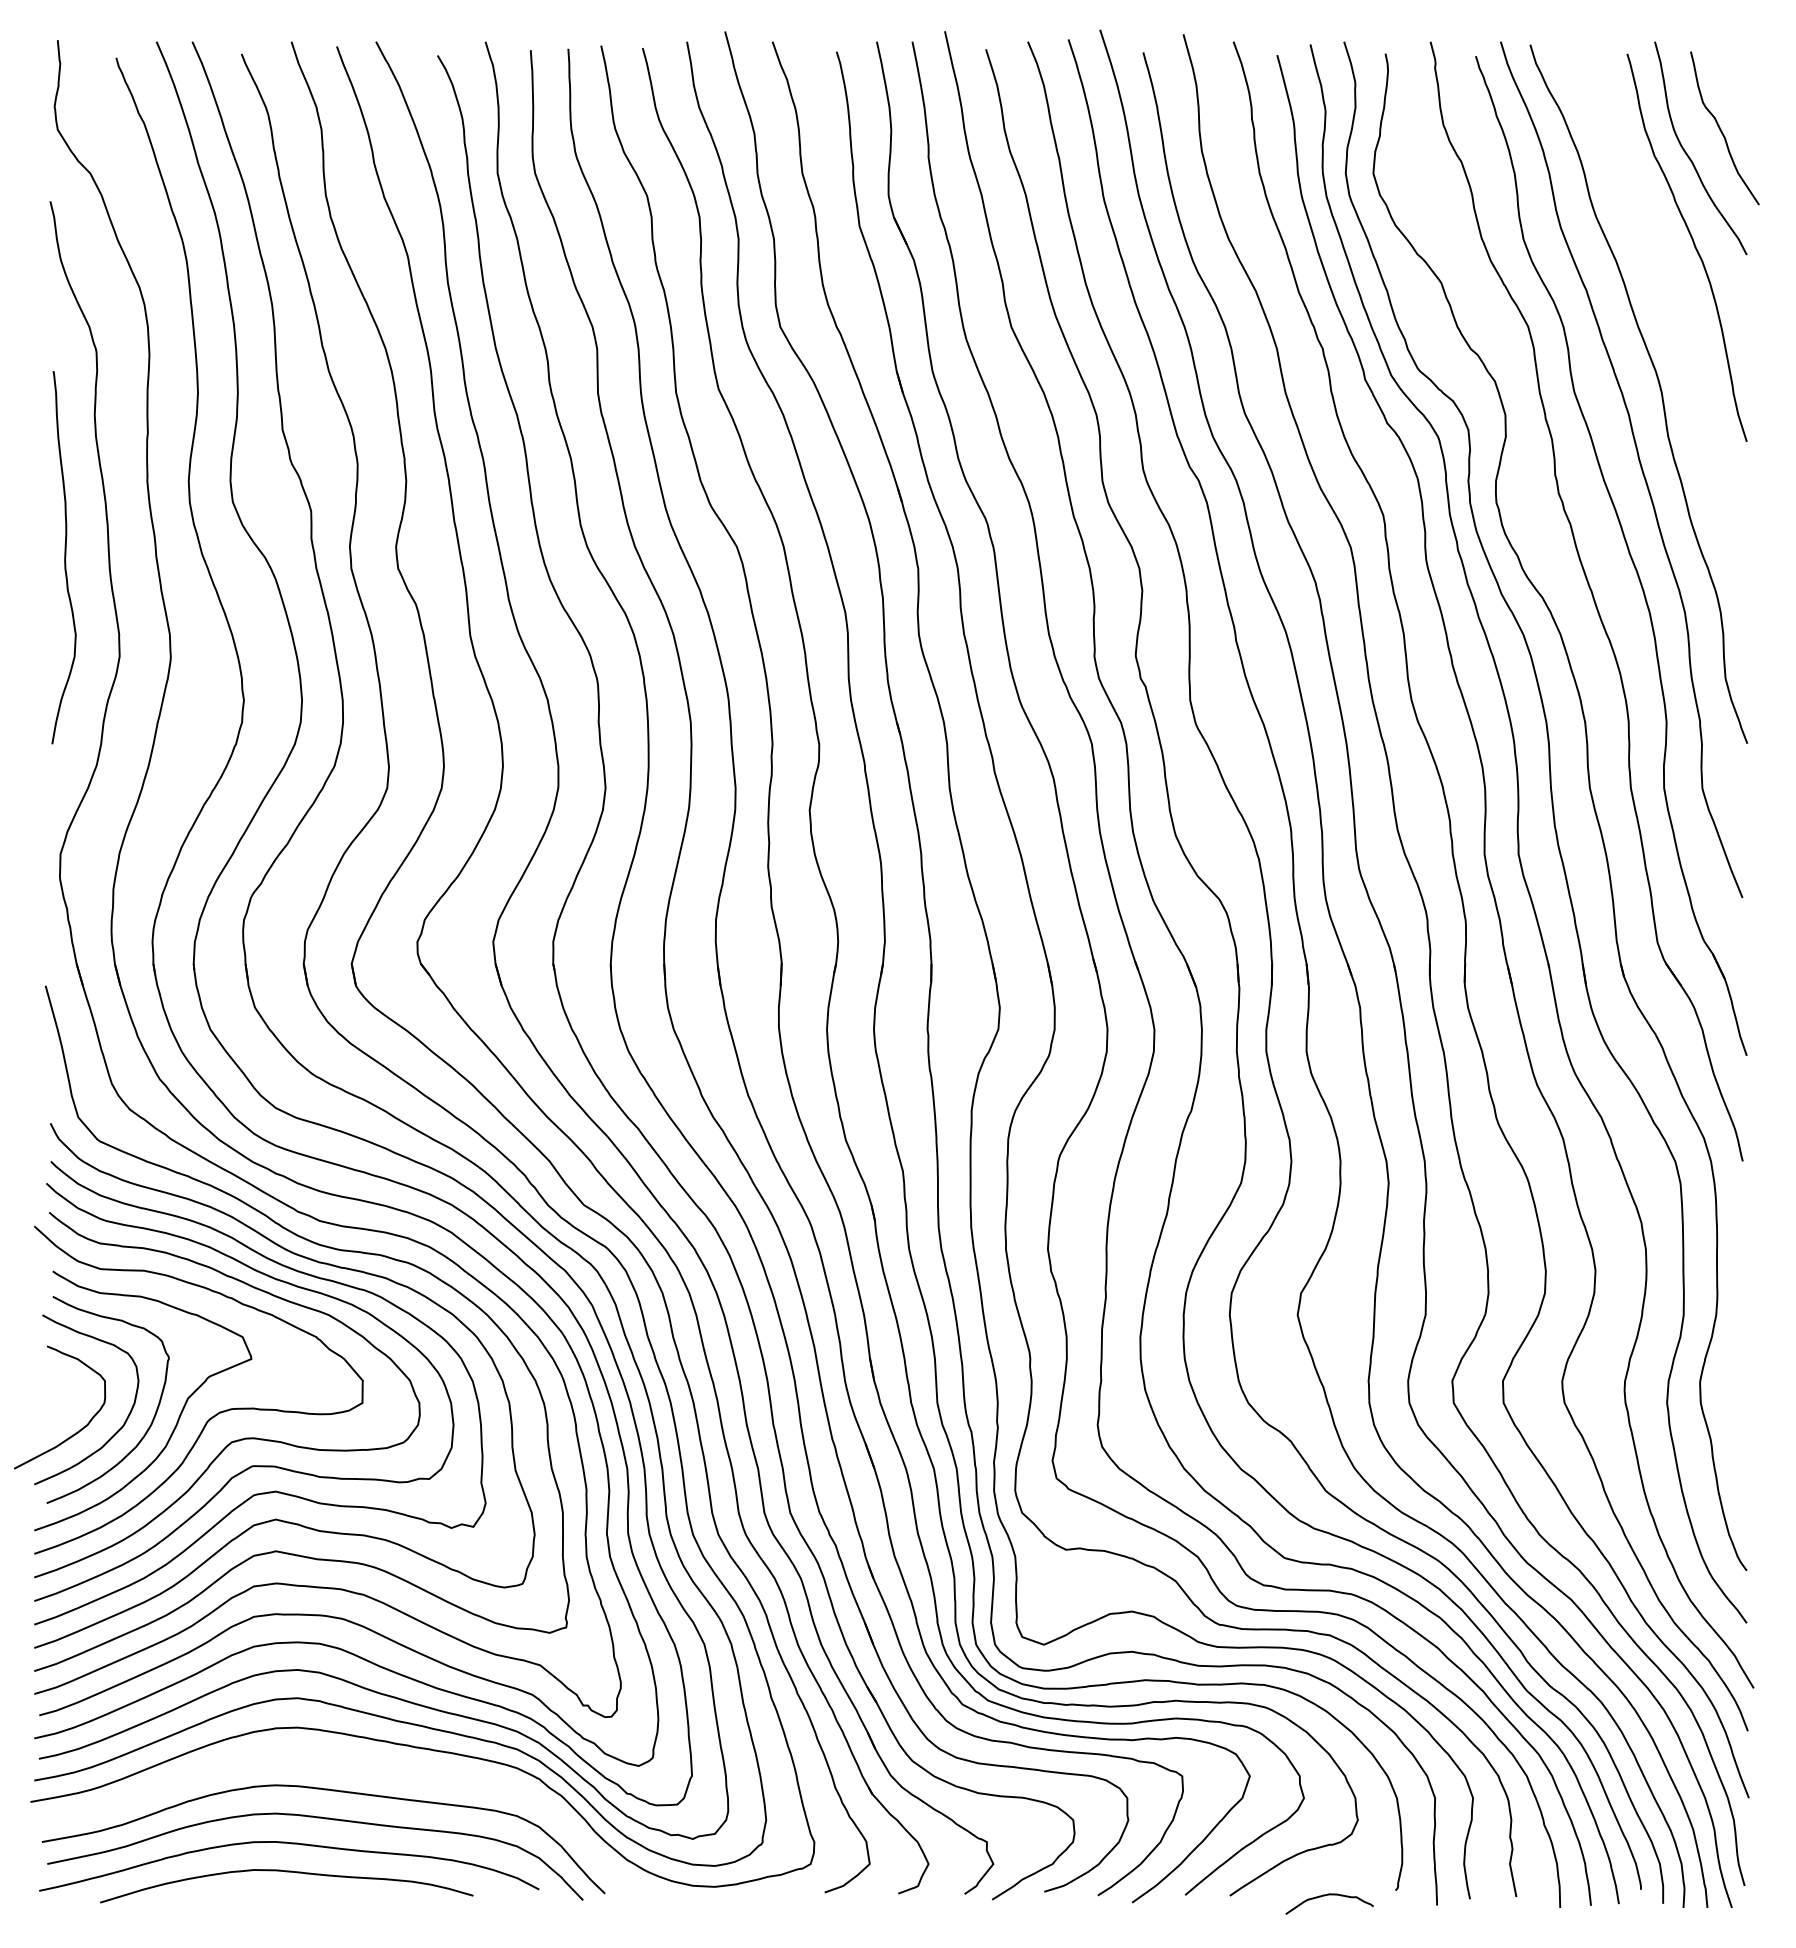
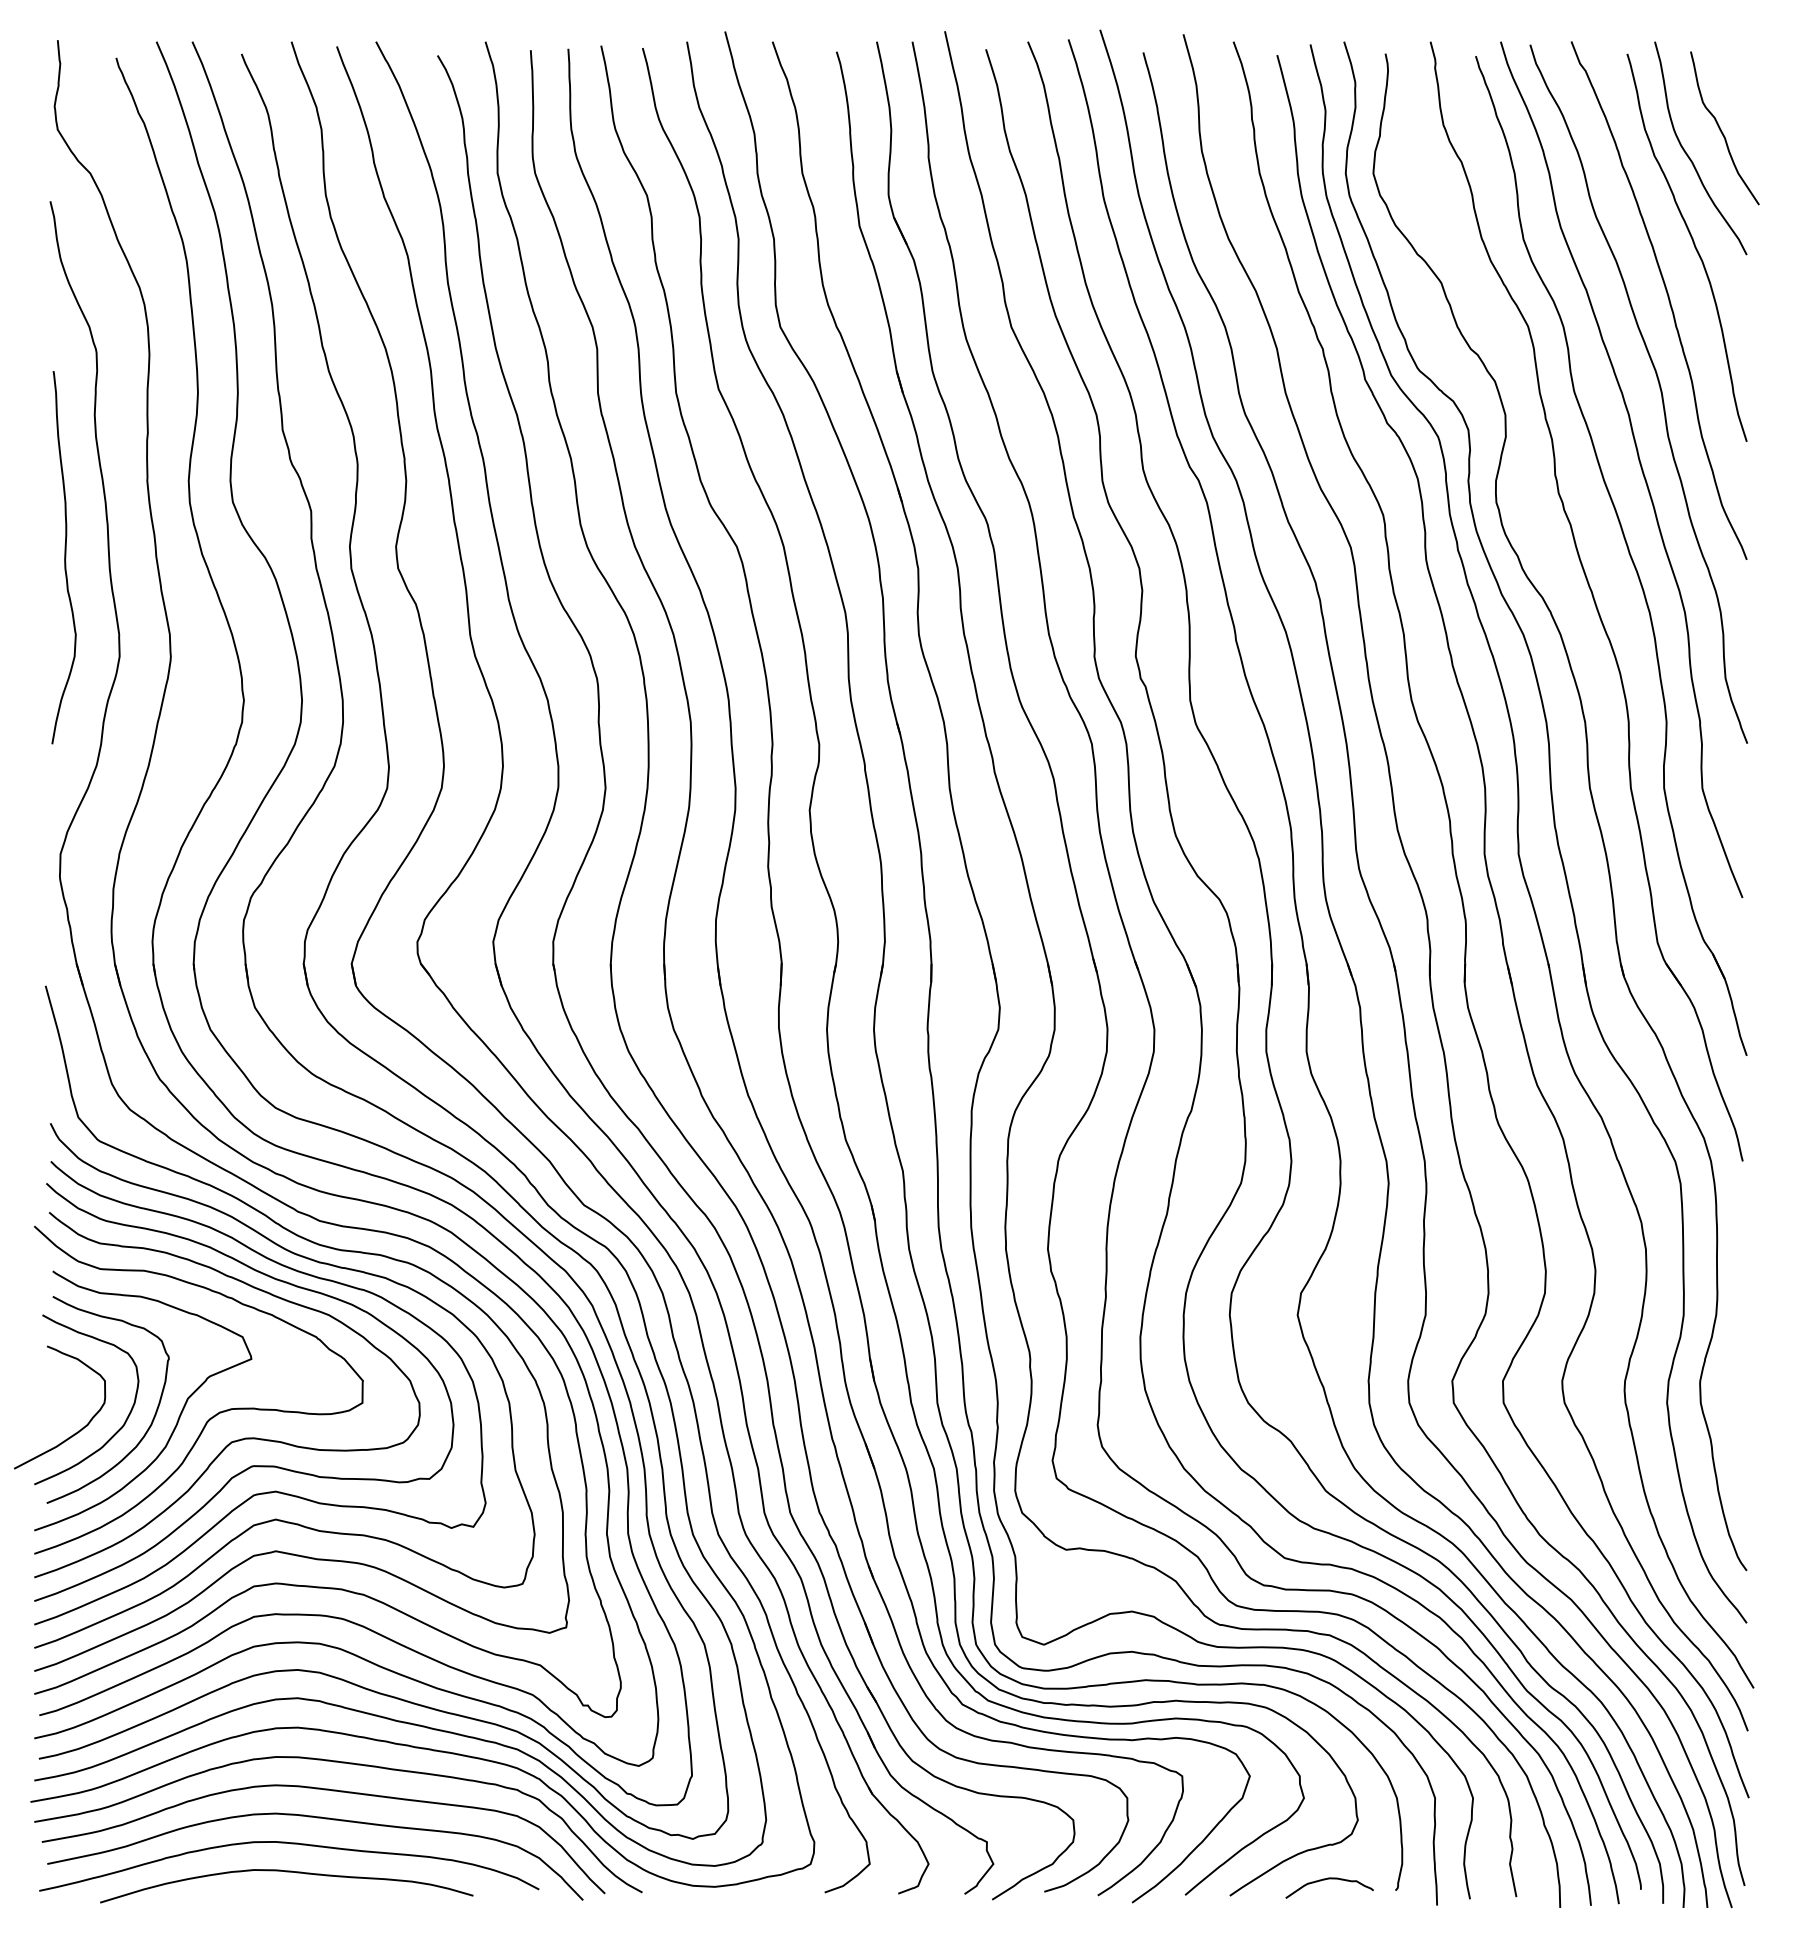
curve at (1667, 297): none -> present
curve at (349, 1764): none -> present
curve at (1329, 1895) position: (1329, 1895) -> (1329, 1879)
